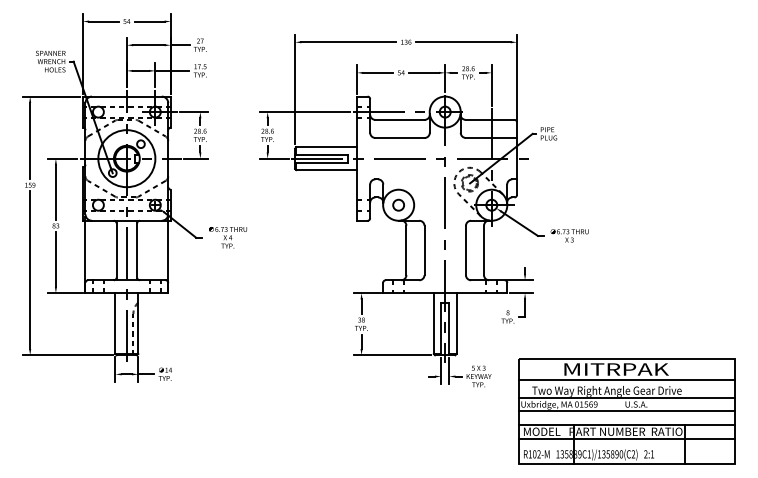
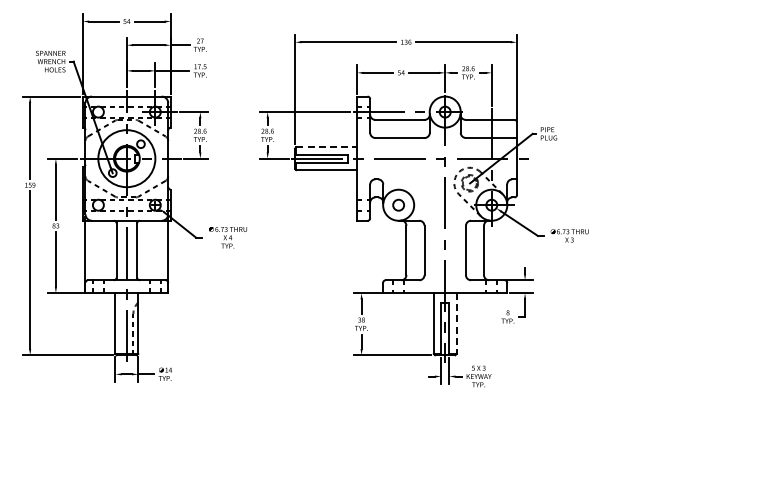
line at (327, 147): solid -> dashed
line at (456, 324): solid -> dashed
part at (626, 411): present -> none
